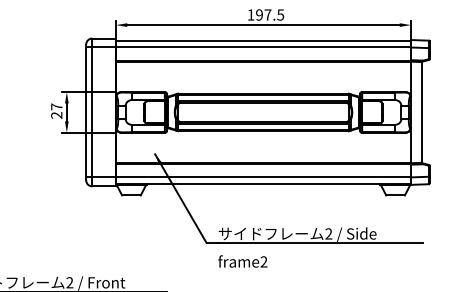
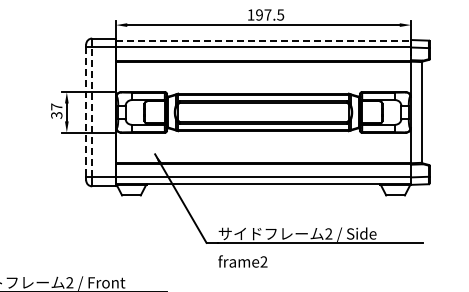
line at (264, 40): solid -> dashed
line at (86, 112): solid -> dashed
line at (92, 112): solid -> dashed
text at (56, 115): 27 -> 37
